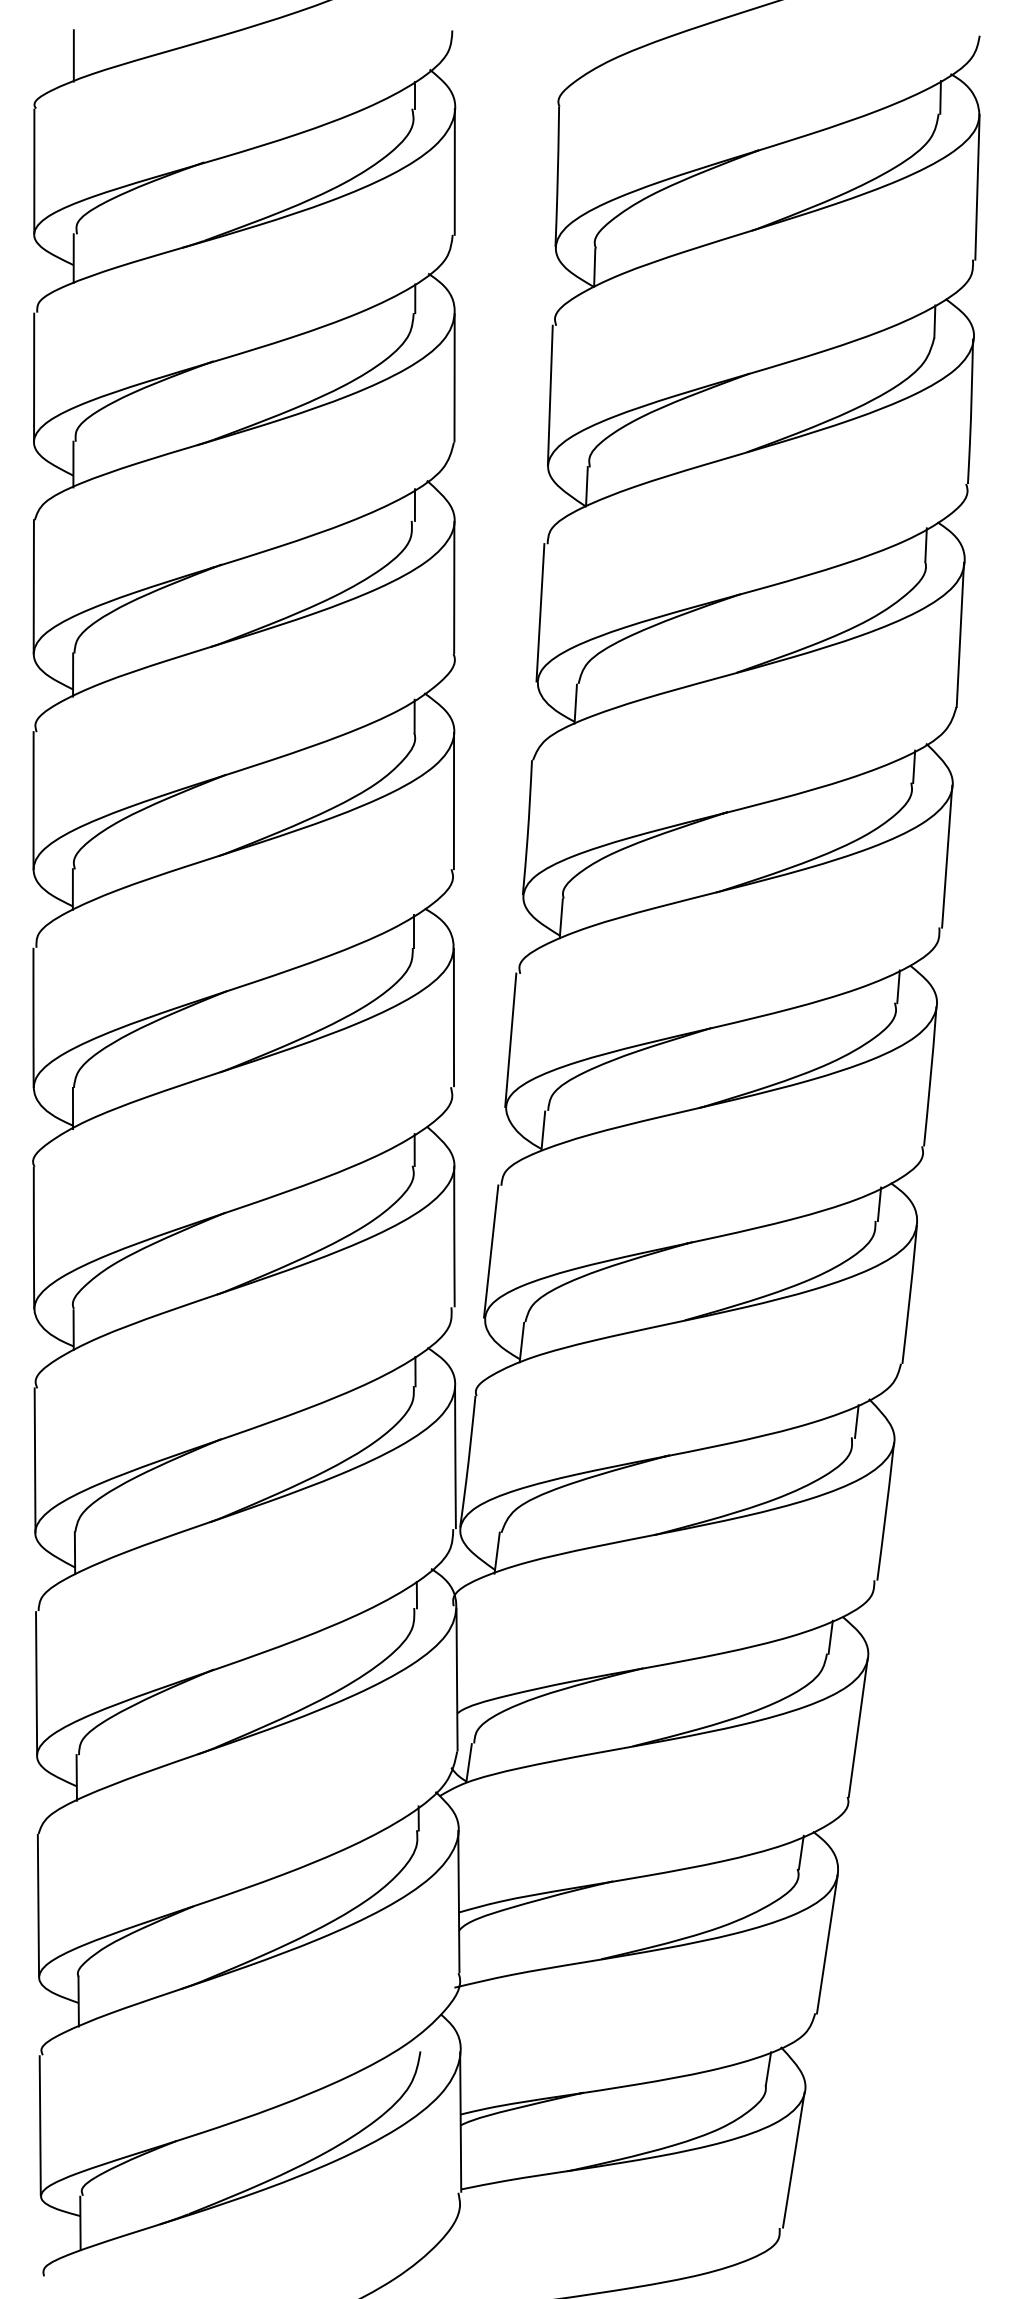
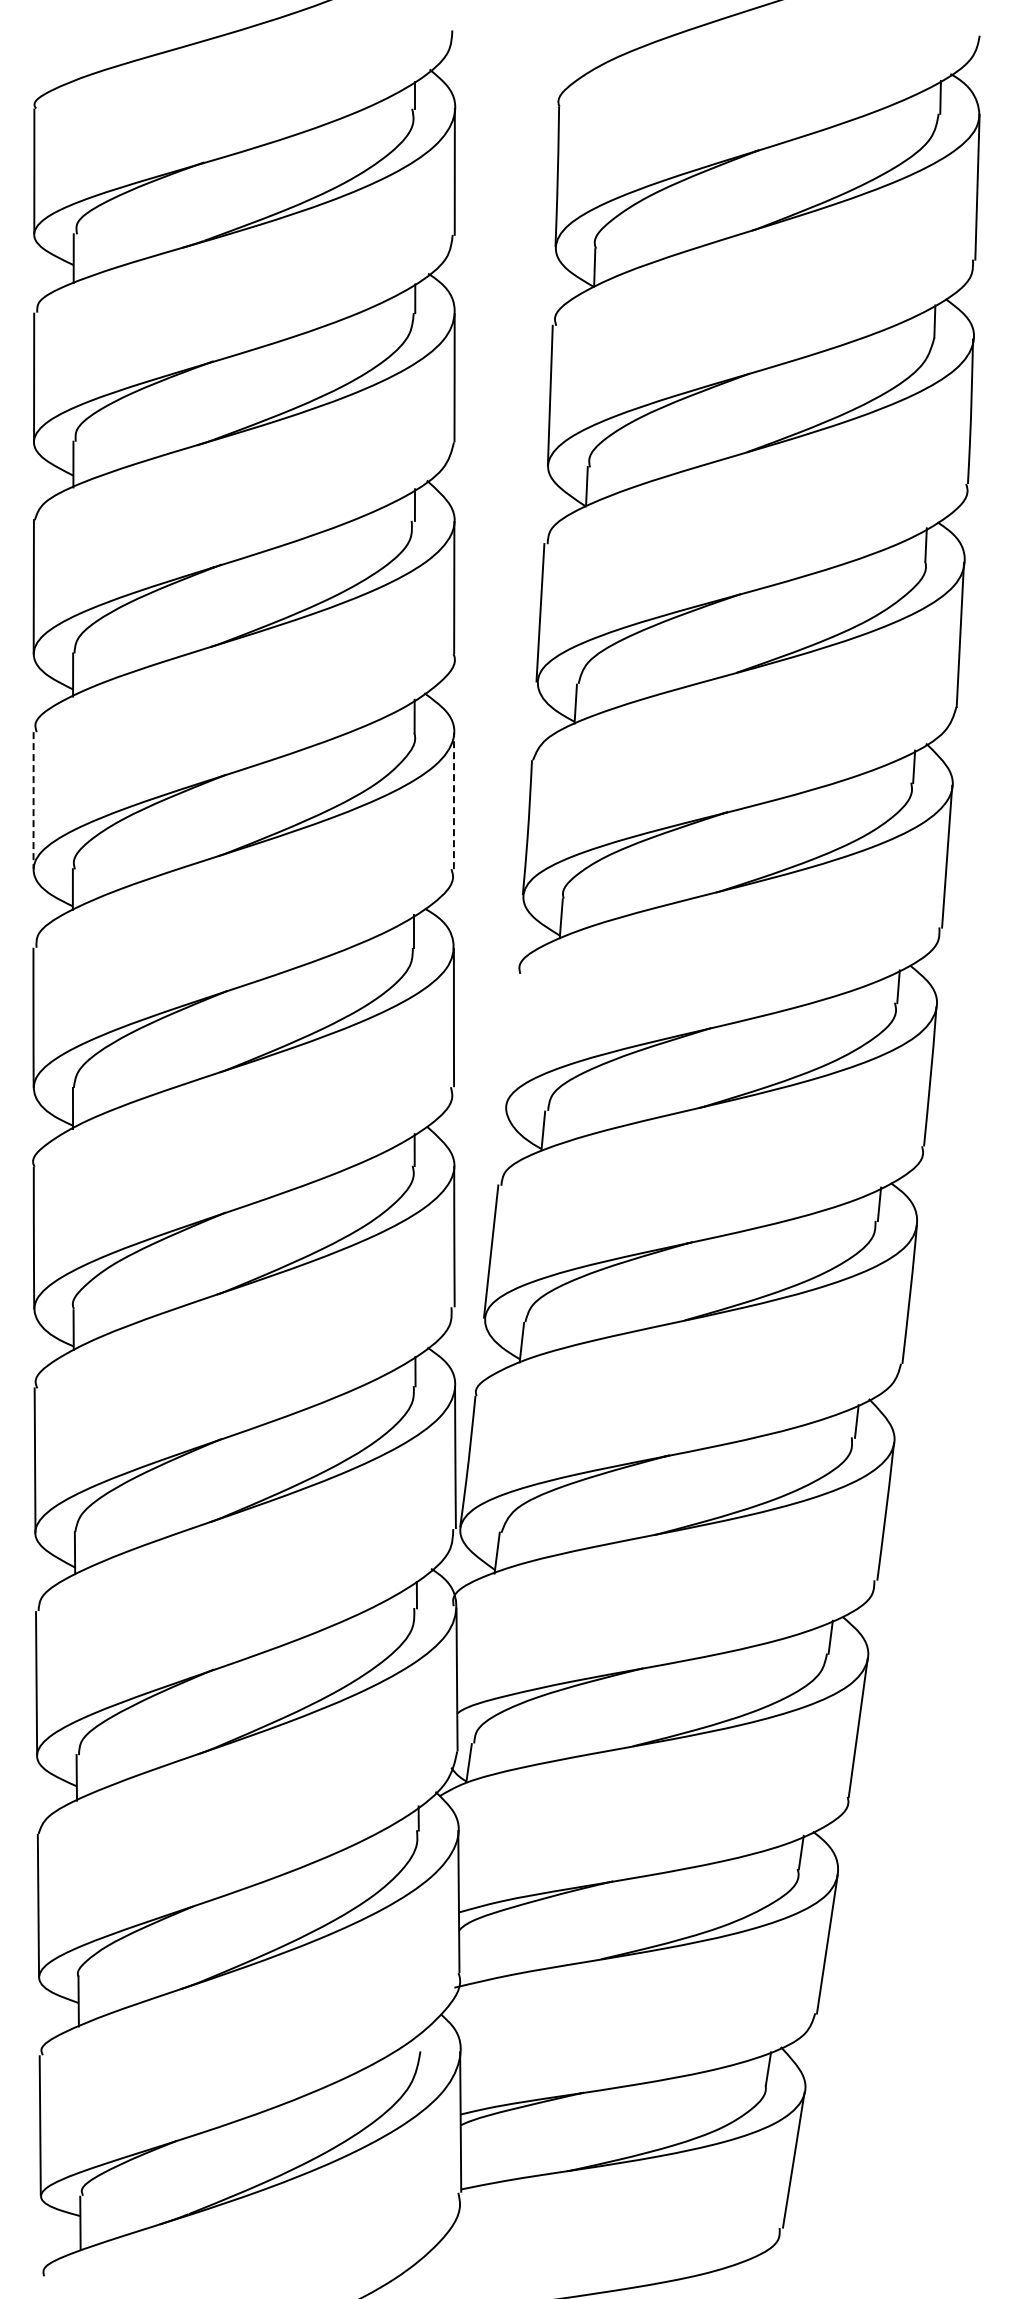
line at (73, 55): present -> none
line at (453, 800): solid -> dashed
line at (33, 801): solid -> dashed
line at (510, 1039): present -> none
